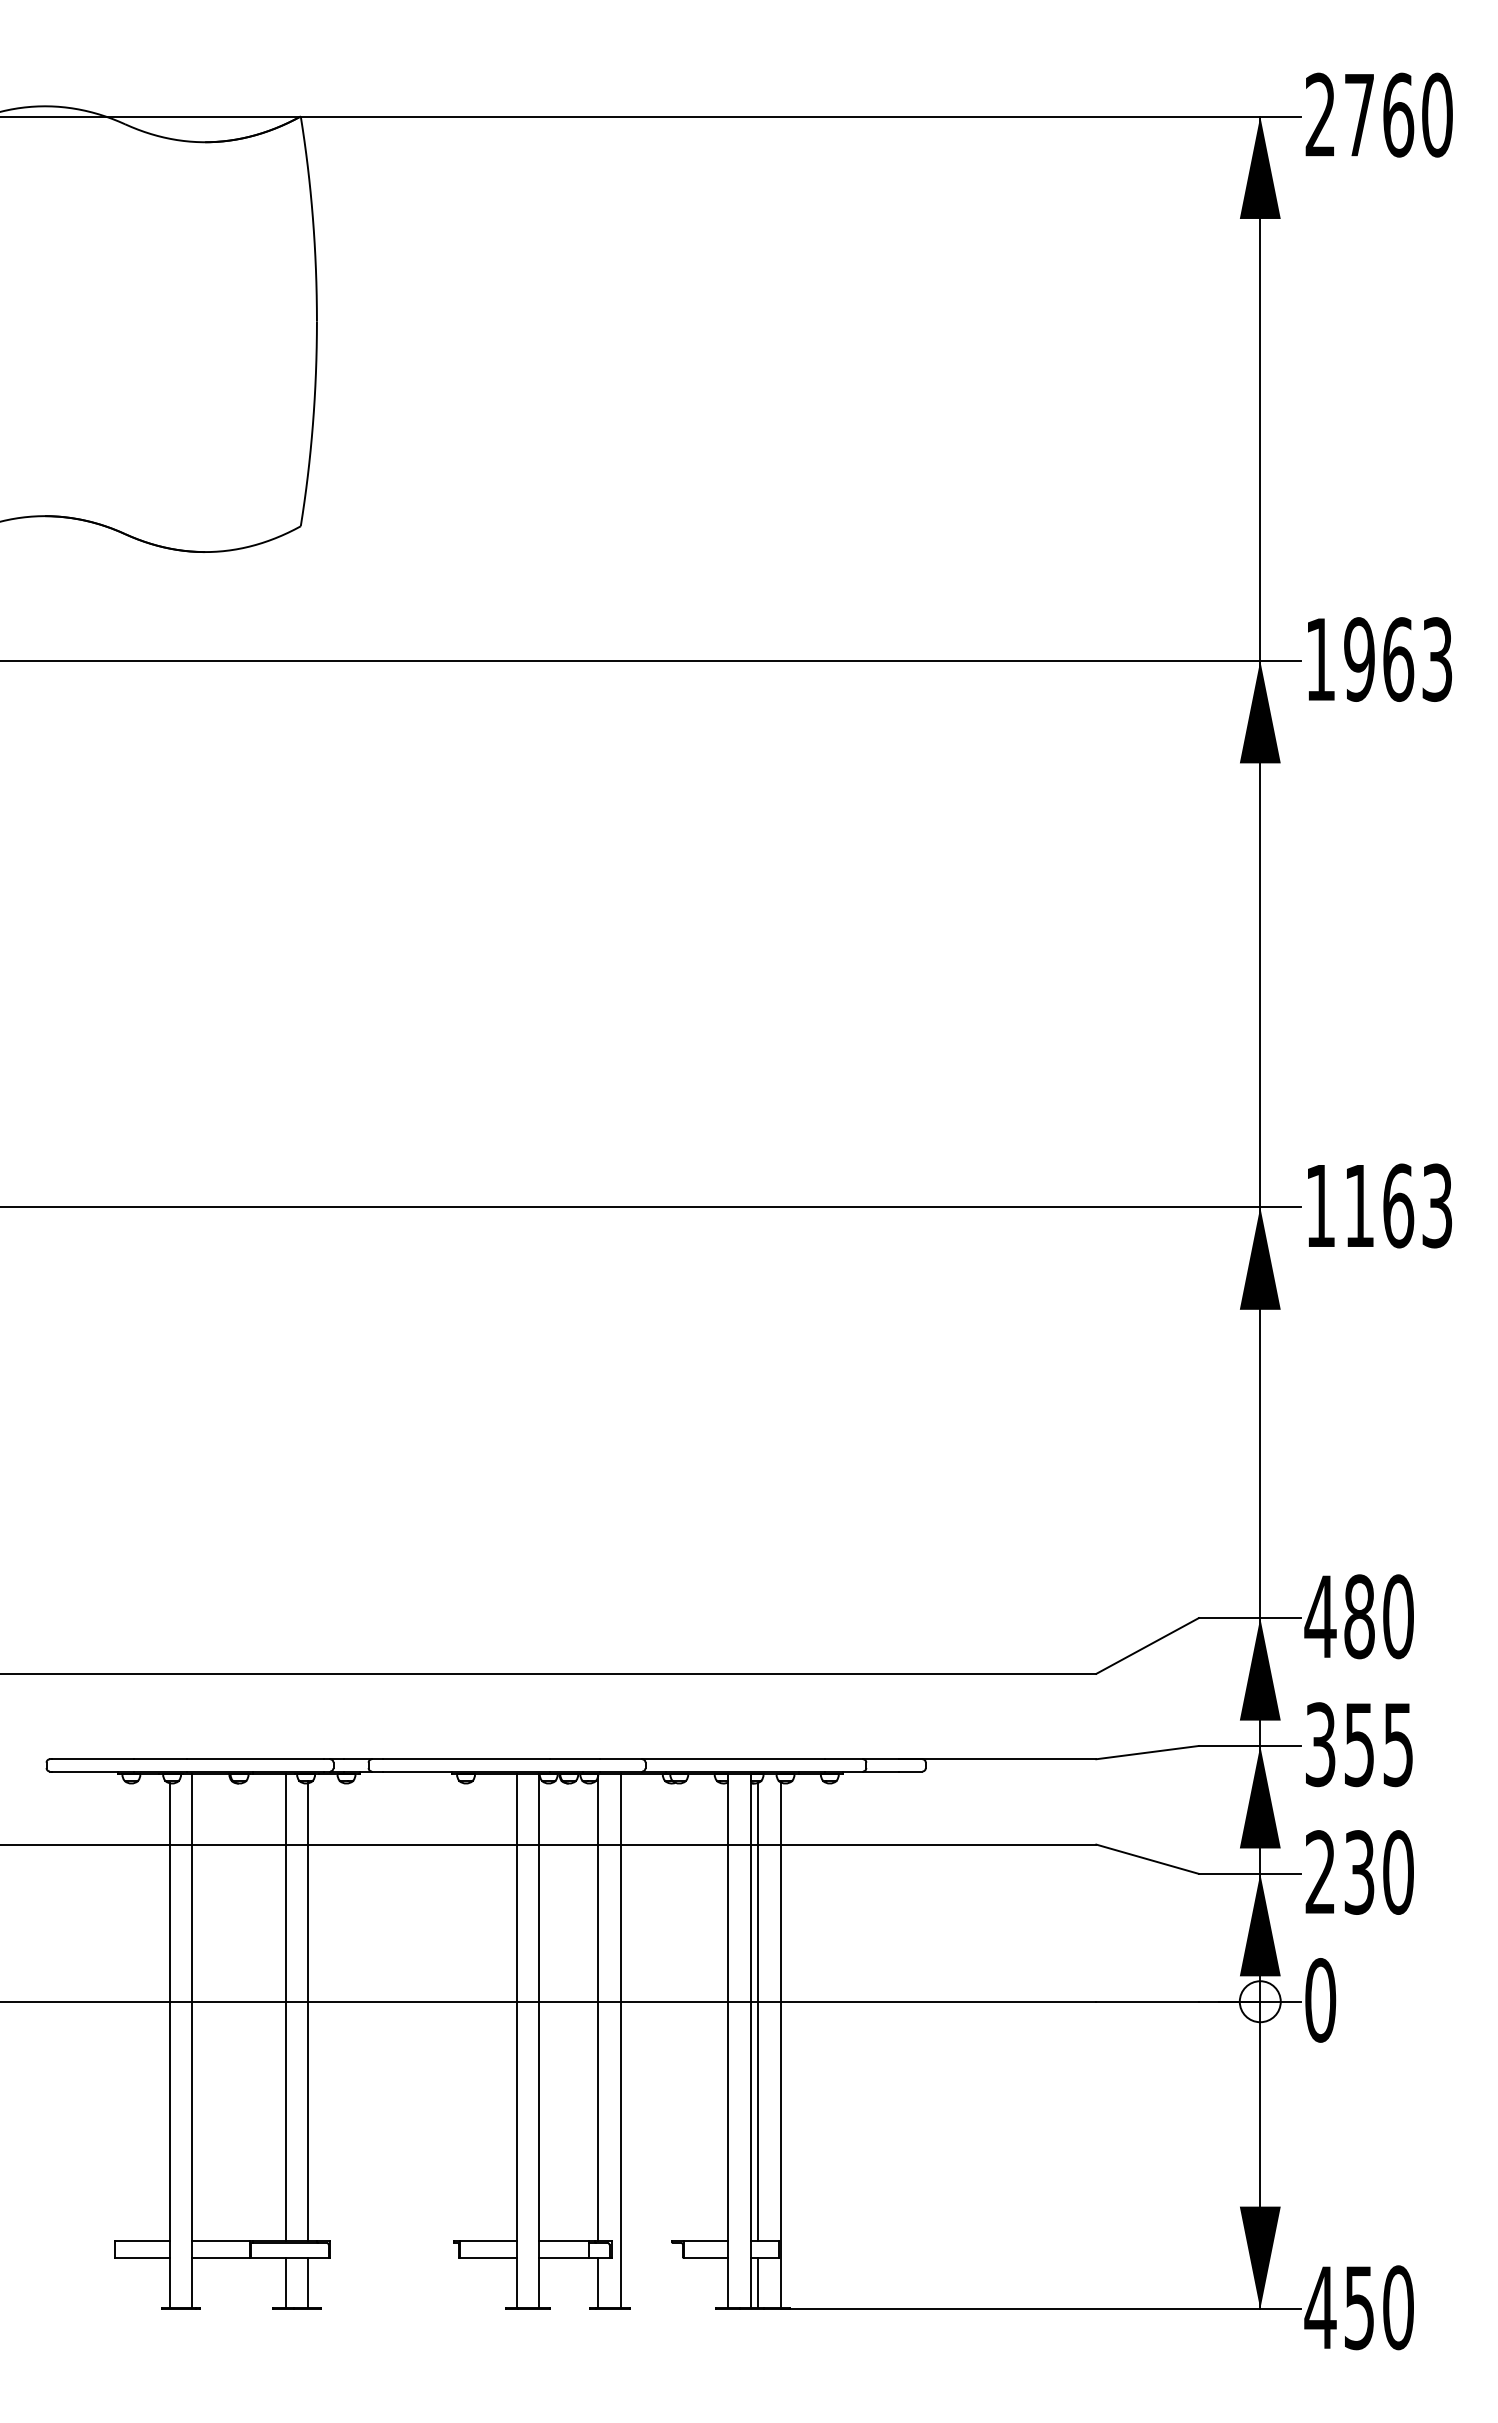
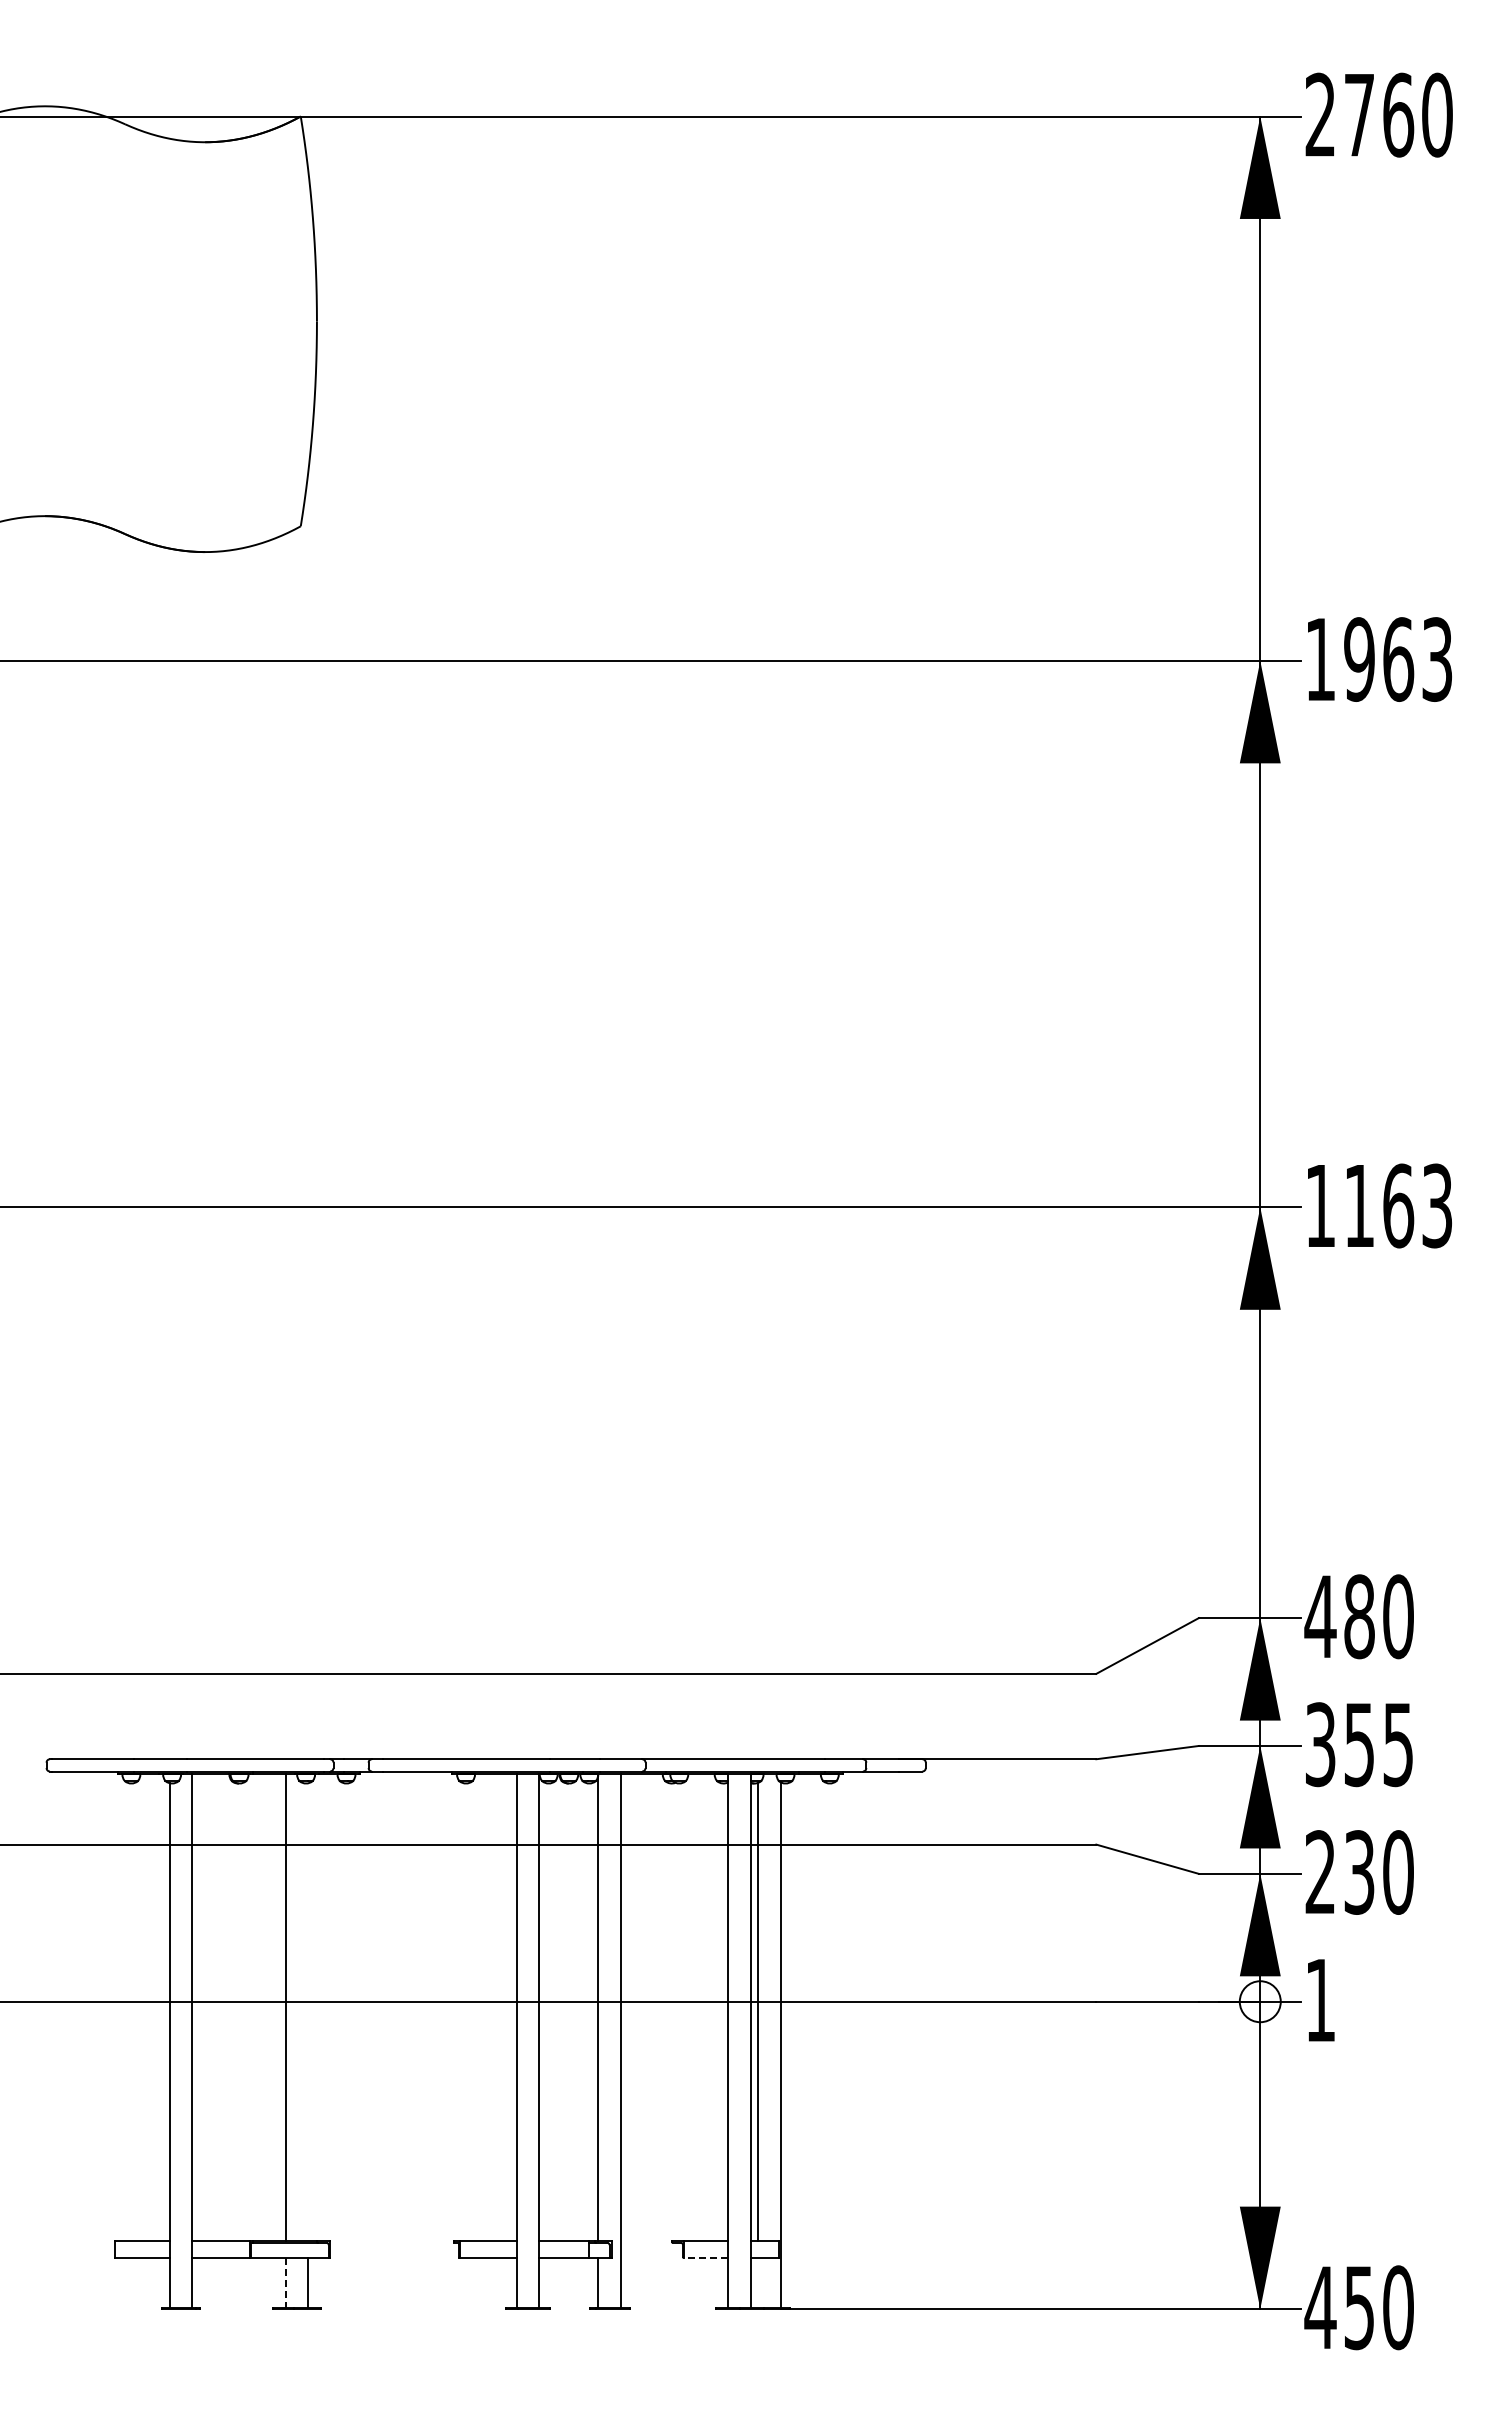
text at (1320, 2000): 0 -> 1
line at (308, 2011): present -> none
line at (706, 2257): solid -> dashed
line at (285, 2282): solid -> dashed
line at (757, 2282): present -> none
